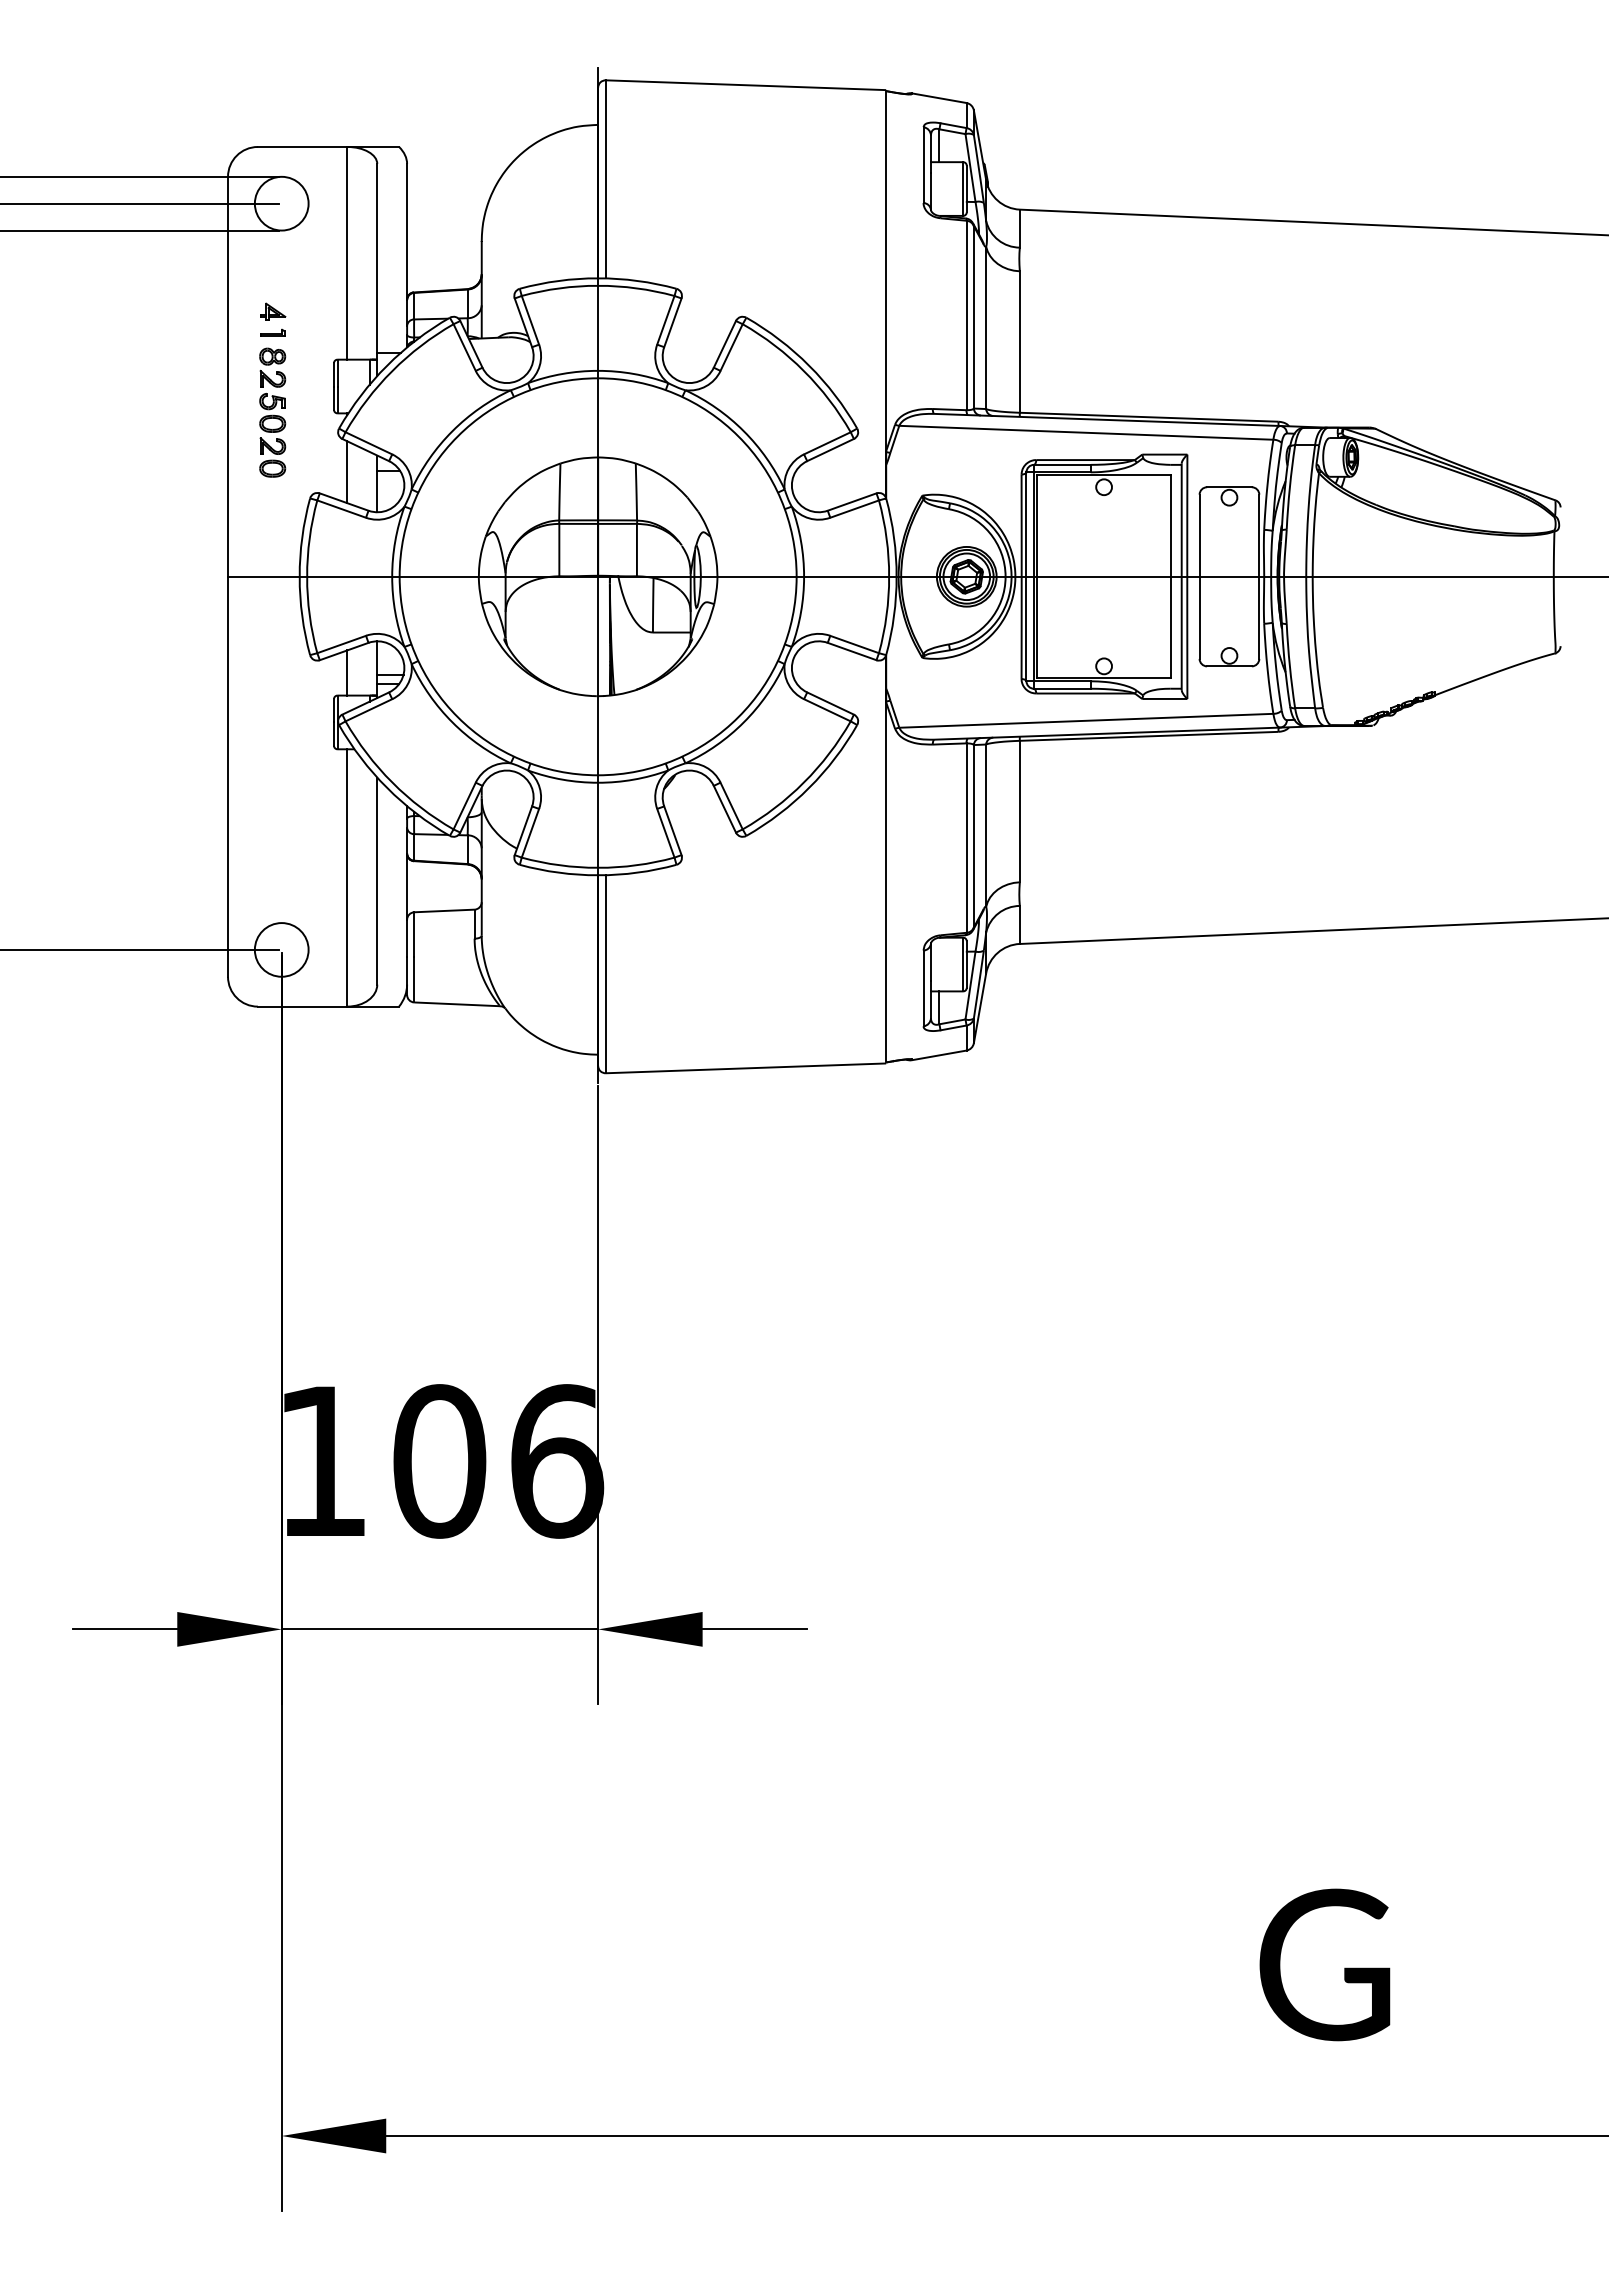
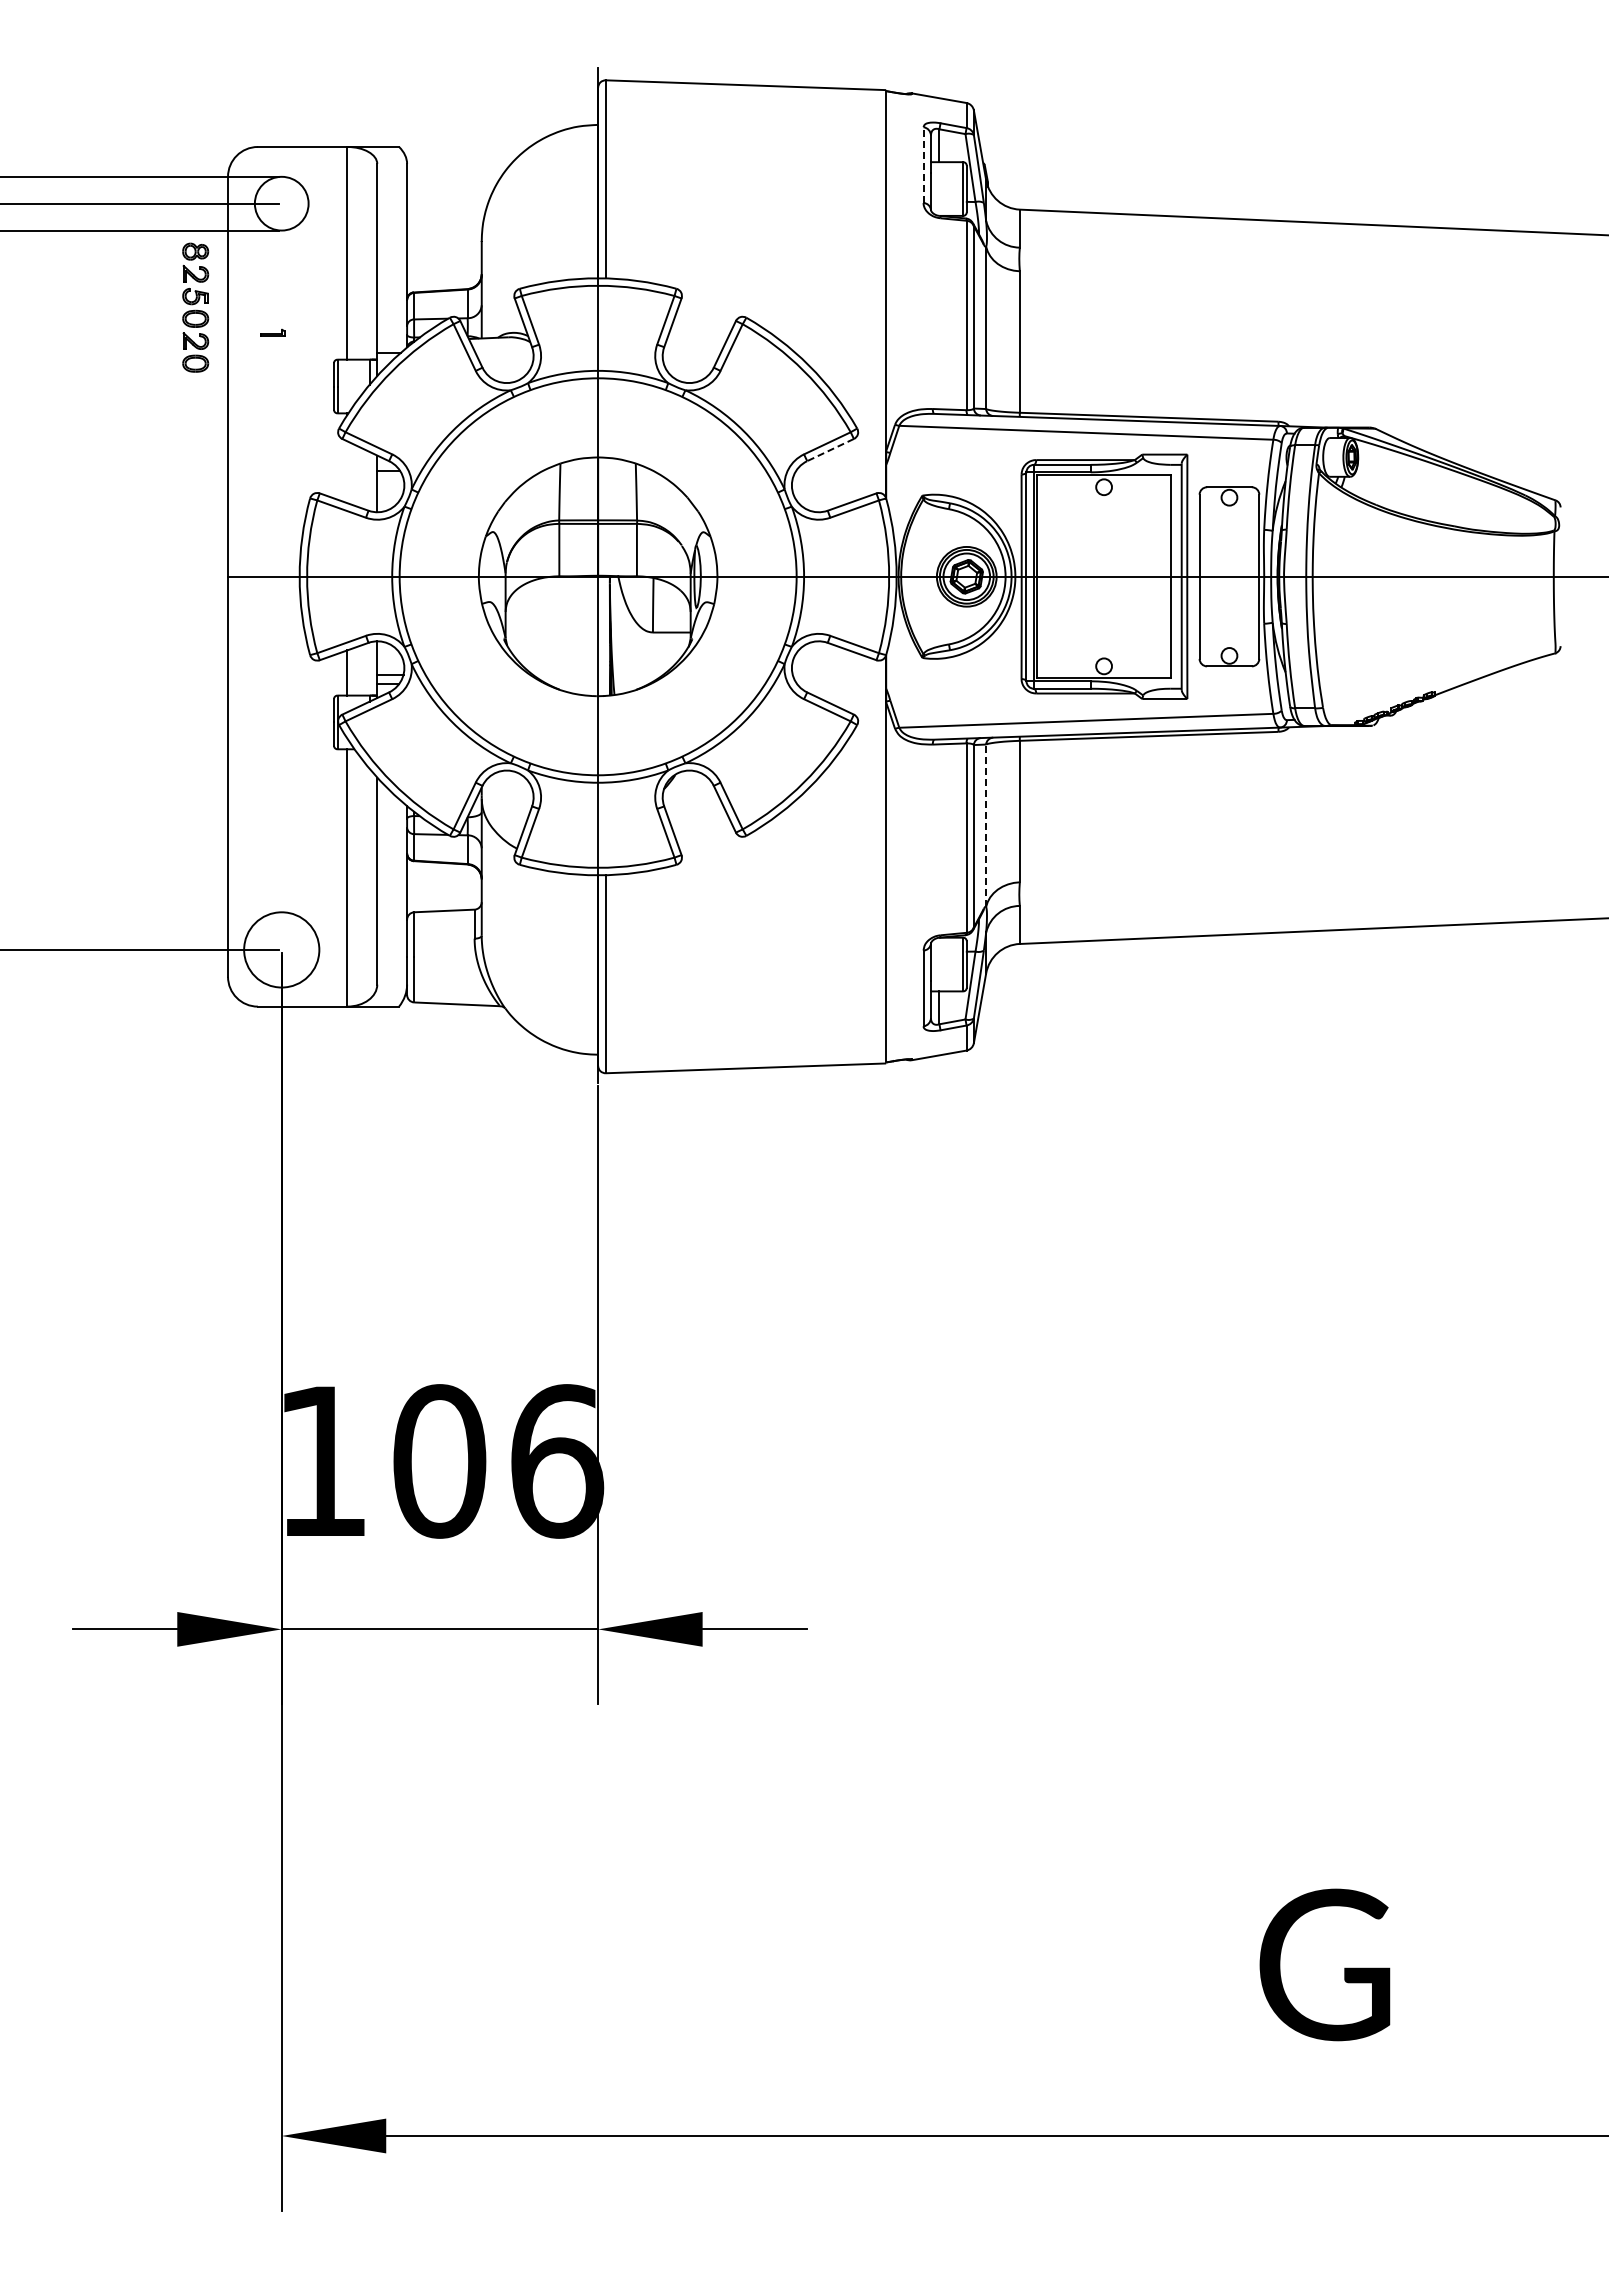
line at (923, 165): solid -> dashed
part at (273, 311): present -> none
part at (272, 412) position: (272, 412) -> (195, 307)
line at (830, 450): solid -> dashed
line at (347, 472): present -> none
line at (986, 825): solid -> dashed
circle at (281, 949) diameter: 54 px -> 75 px
